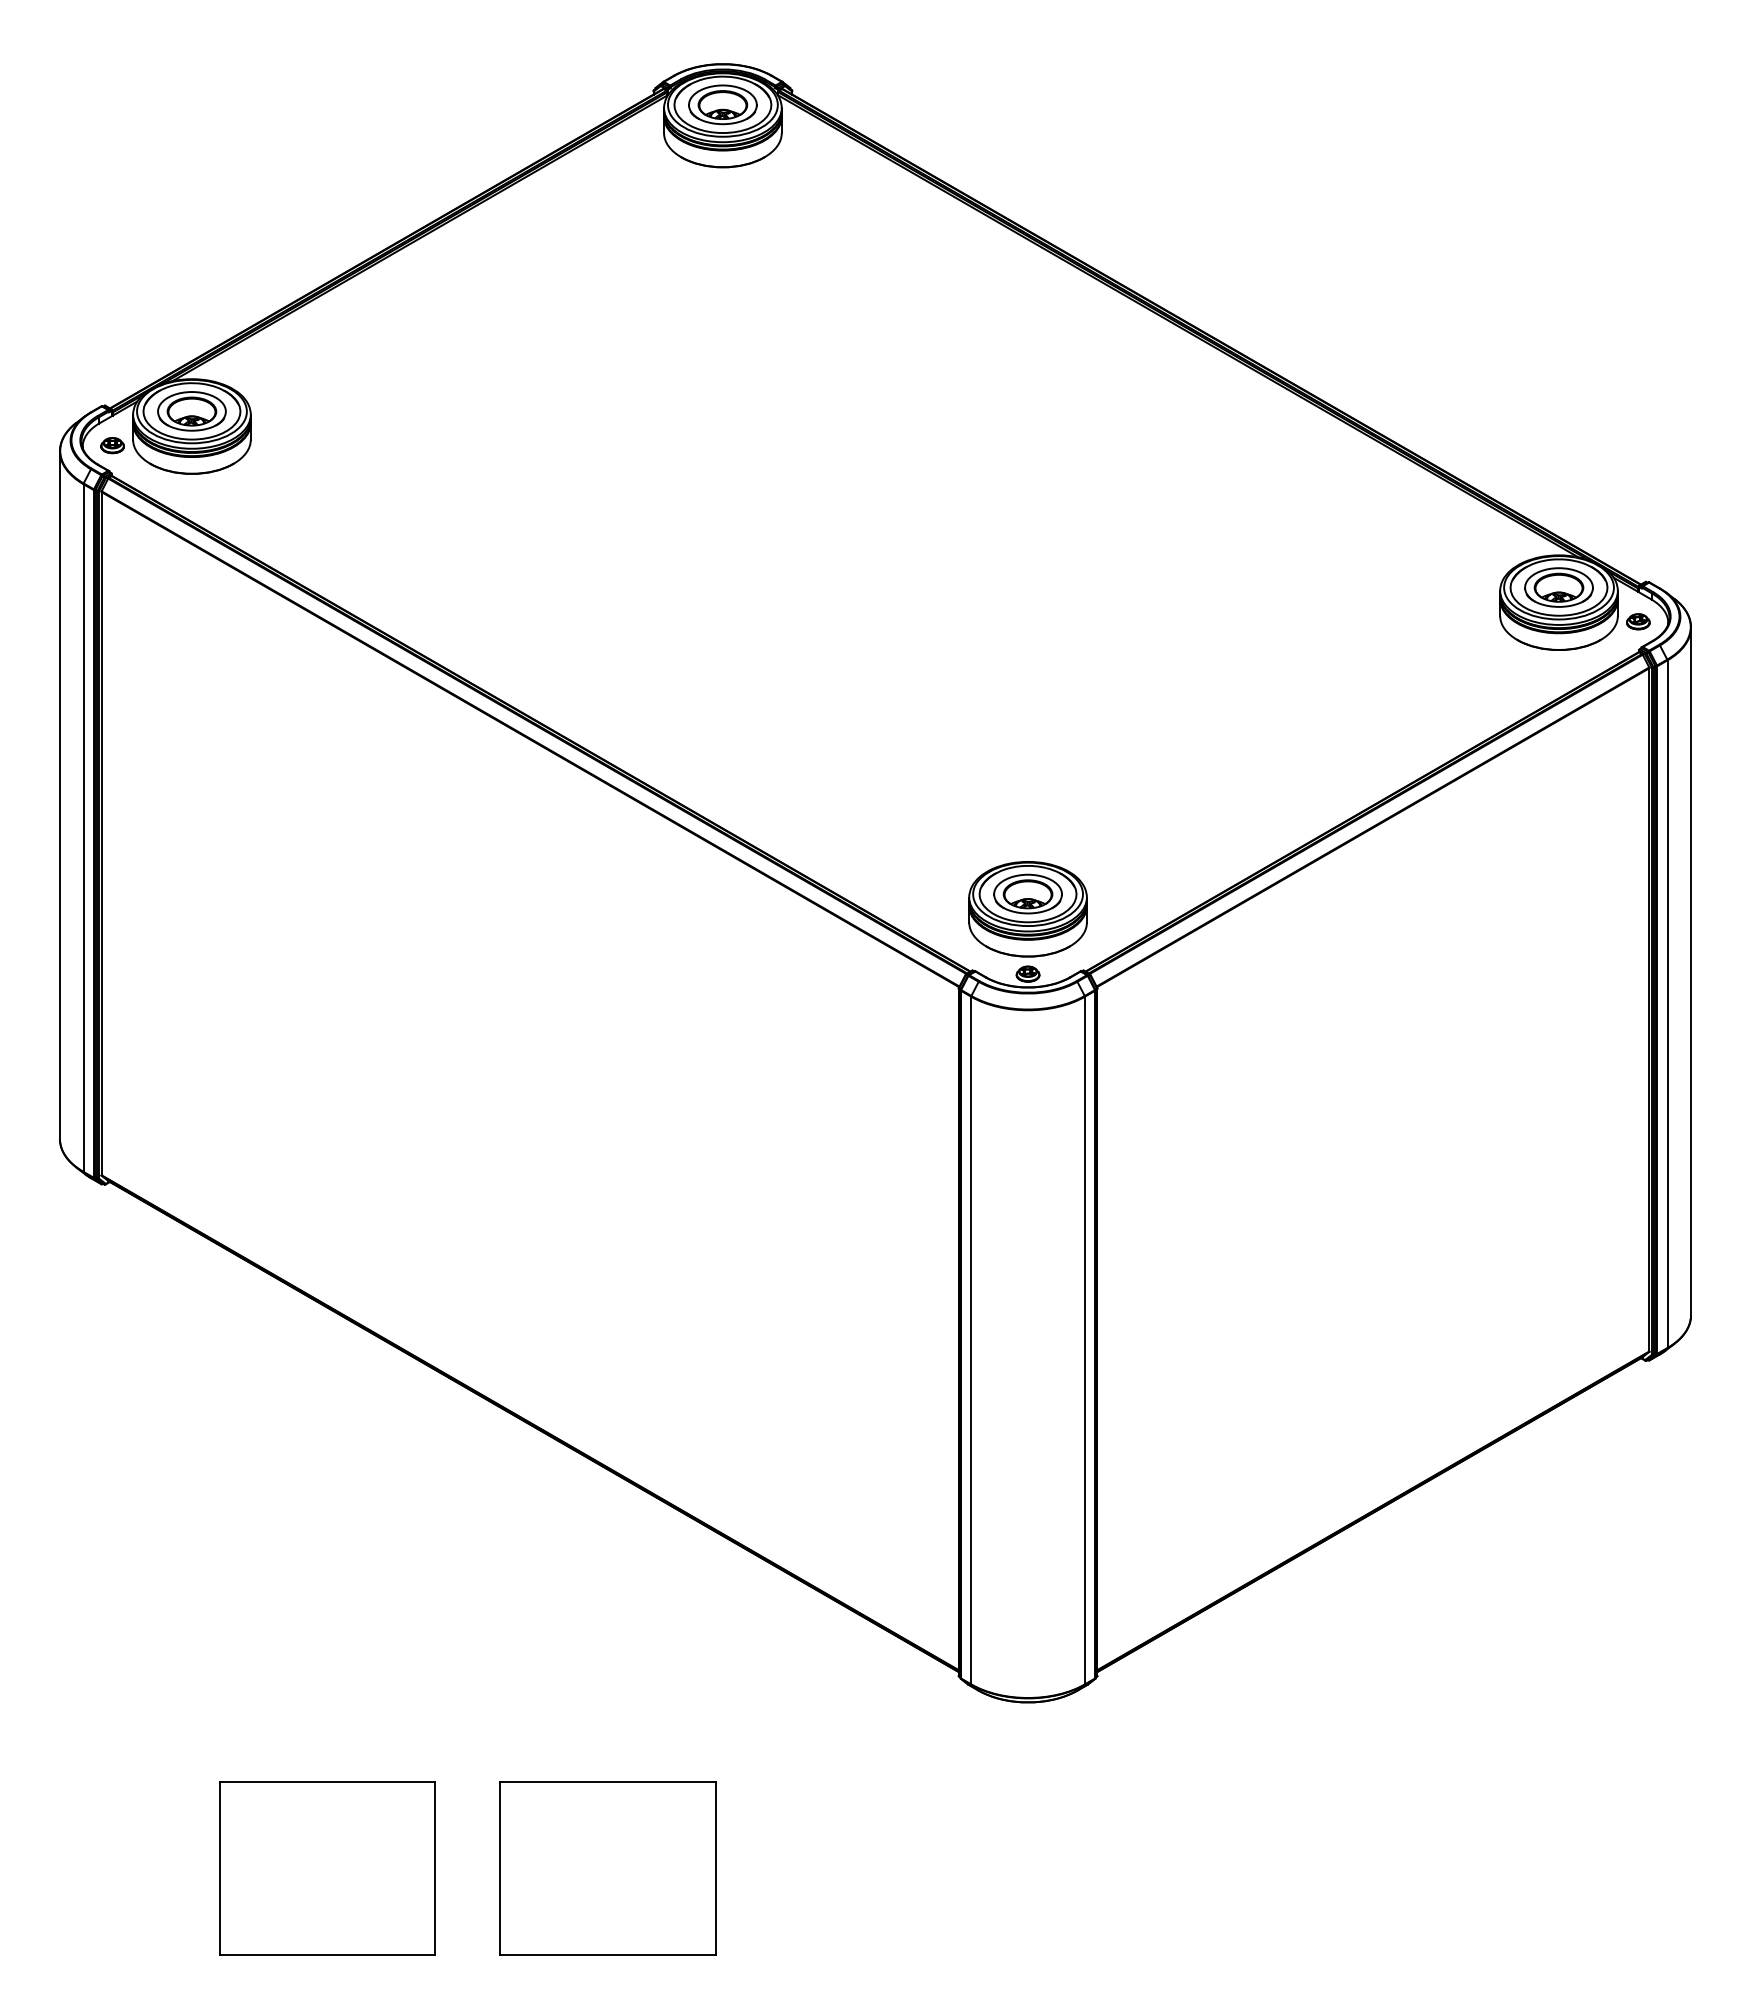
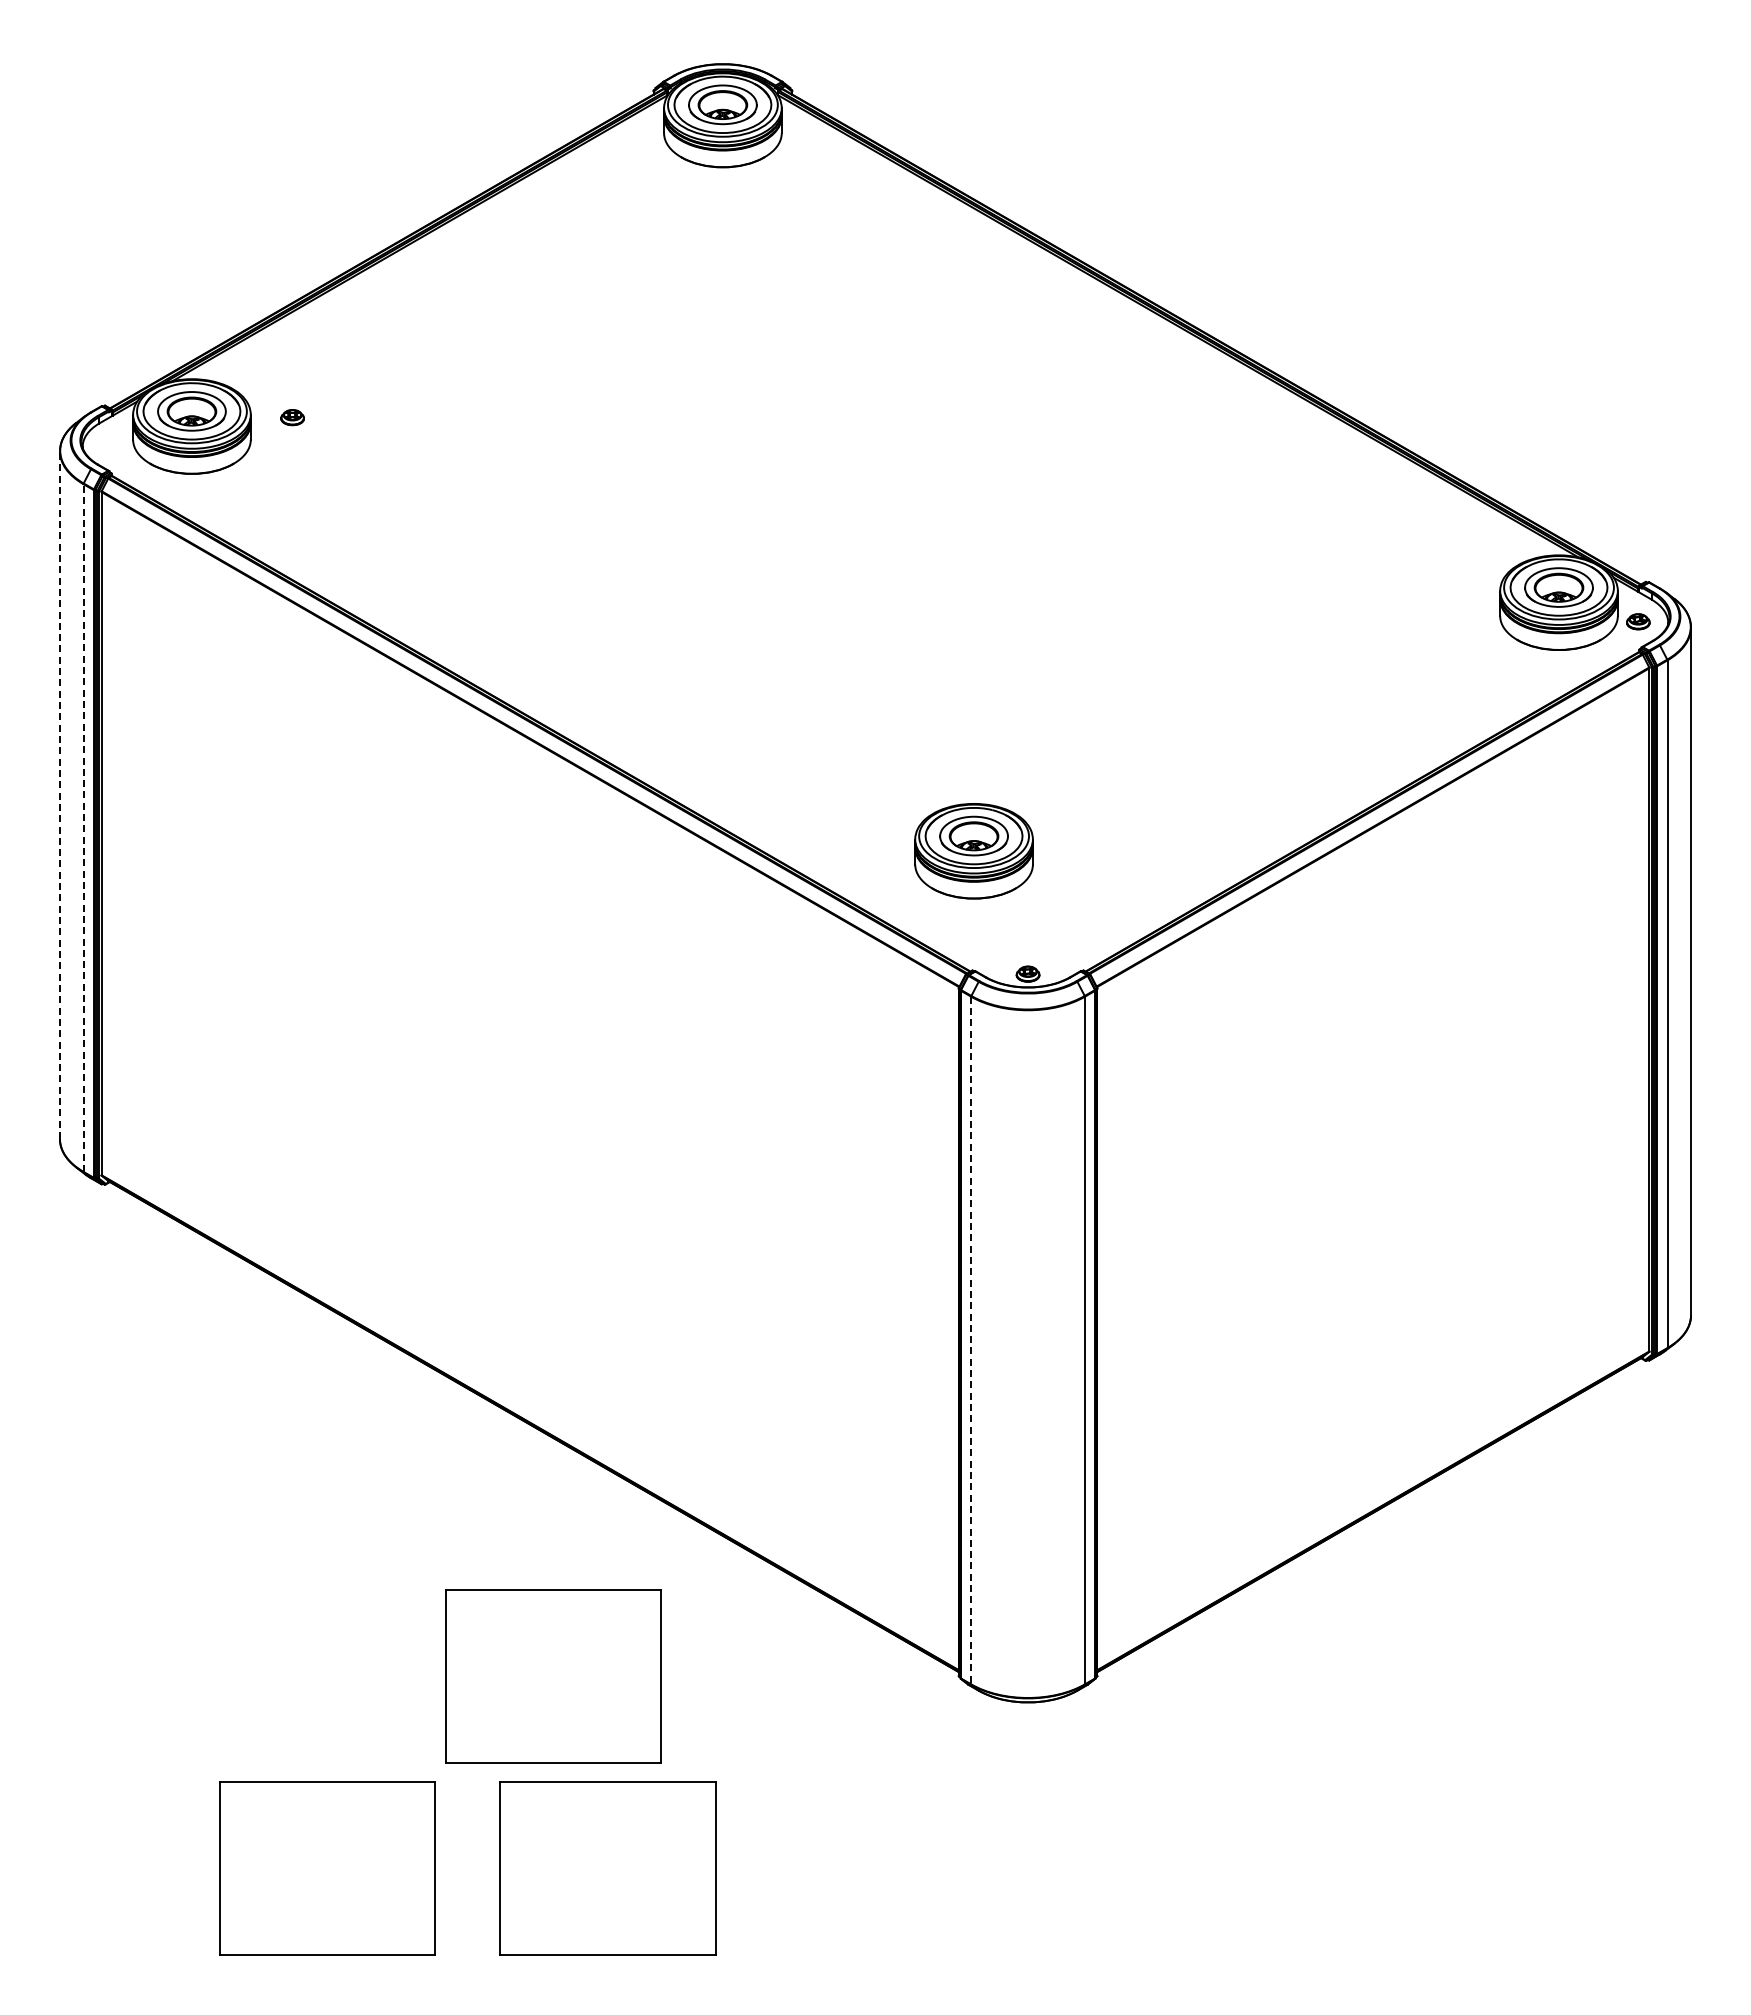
part at (112, 445) position: (112, 445) -> (292, 417)
line at (59, 795): solid -> dashed
line at (83, 828): solid -> dashed
part at (1027, 909) position: (1027, 909) -> (973, 851)
line at (971, 1340): solid -> dashed
part at (553, 1676): none -> present
